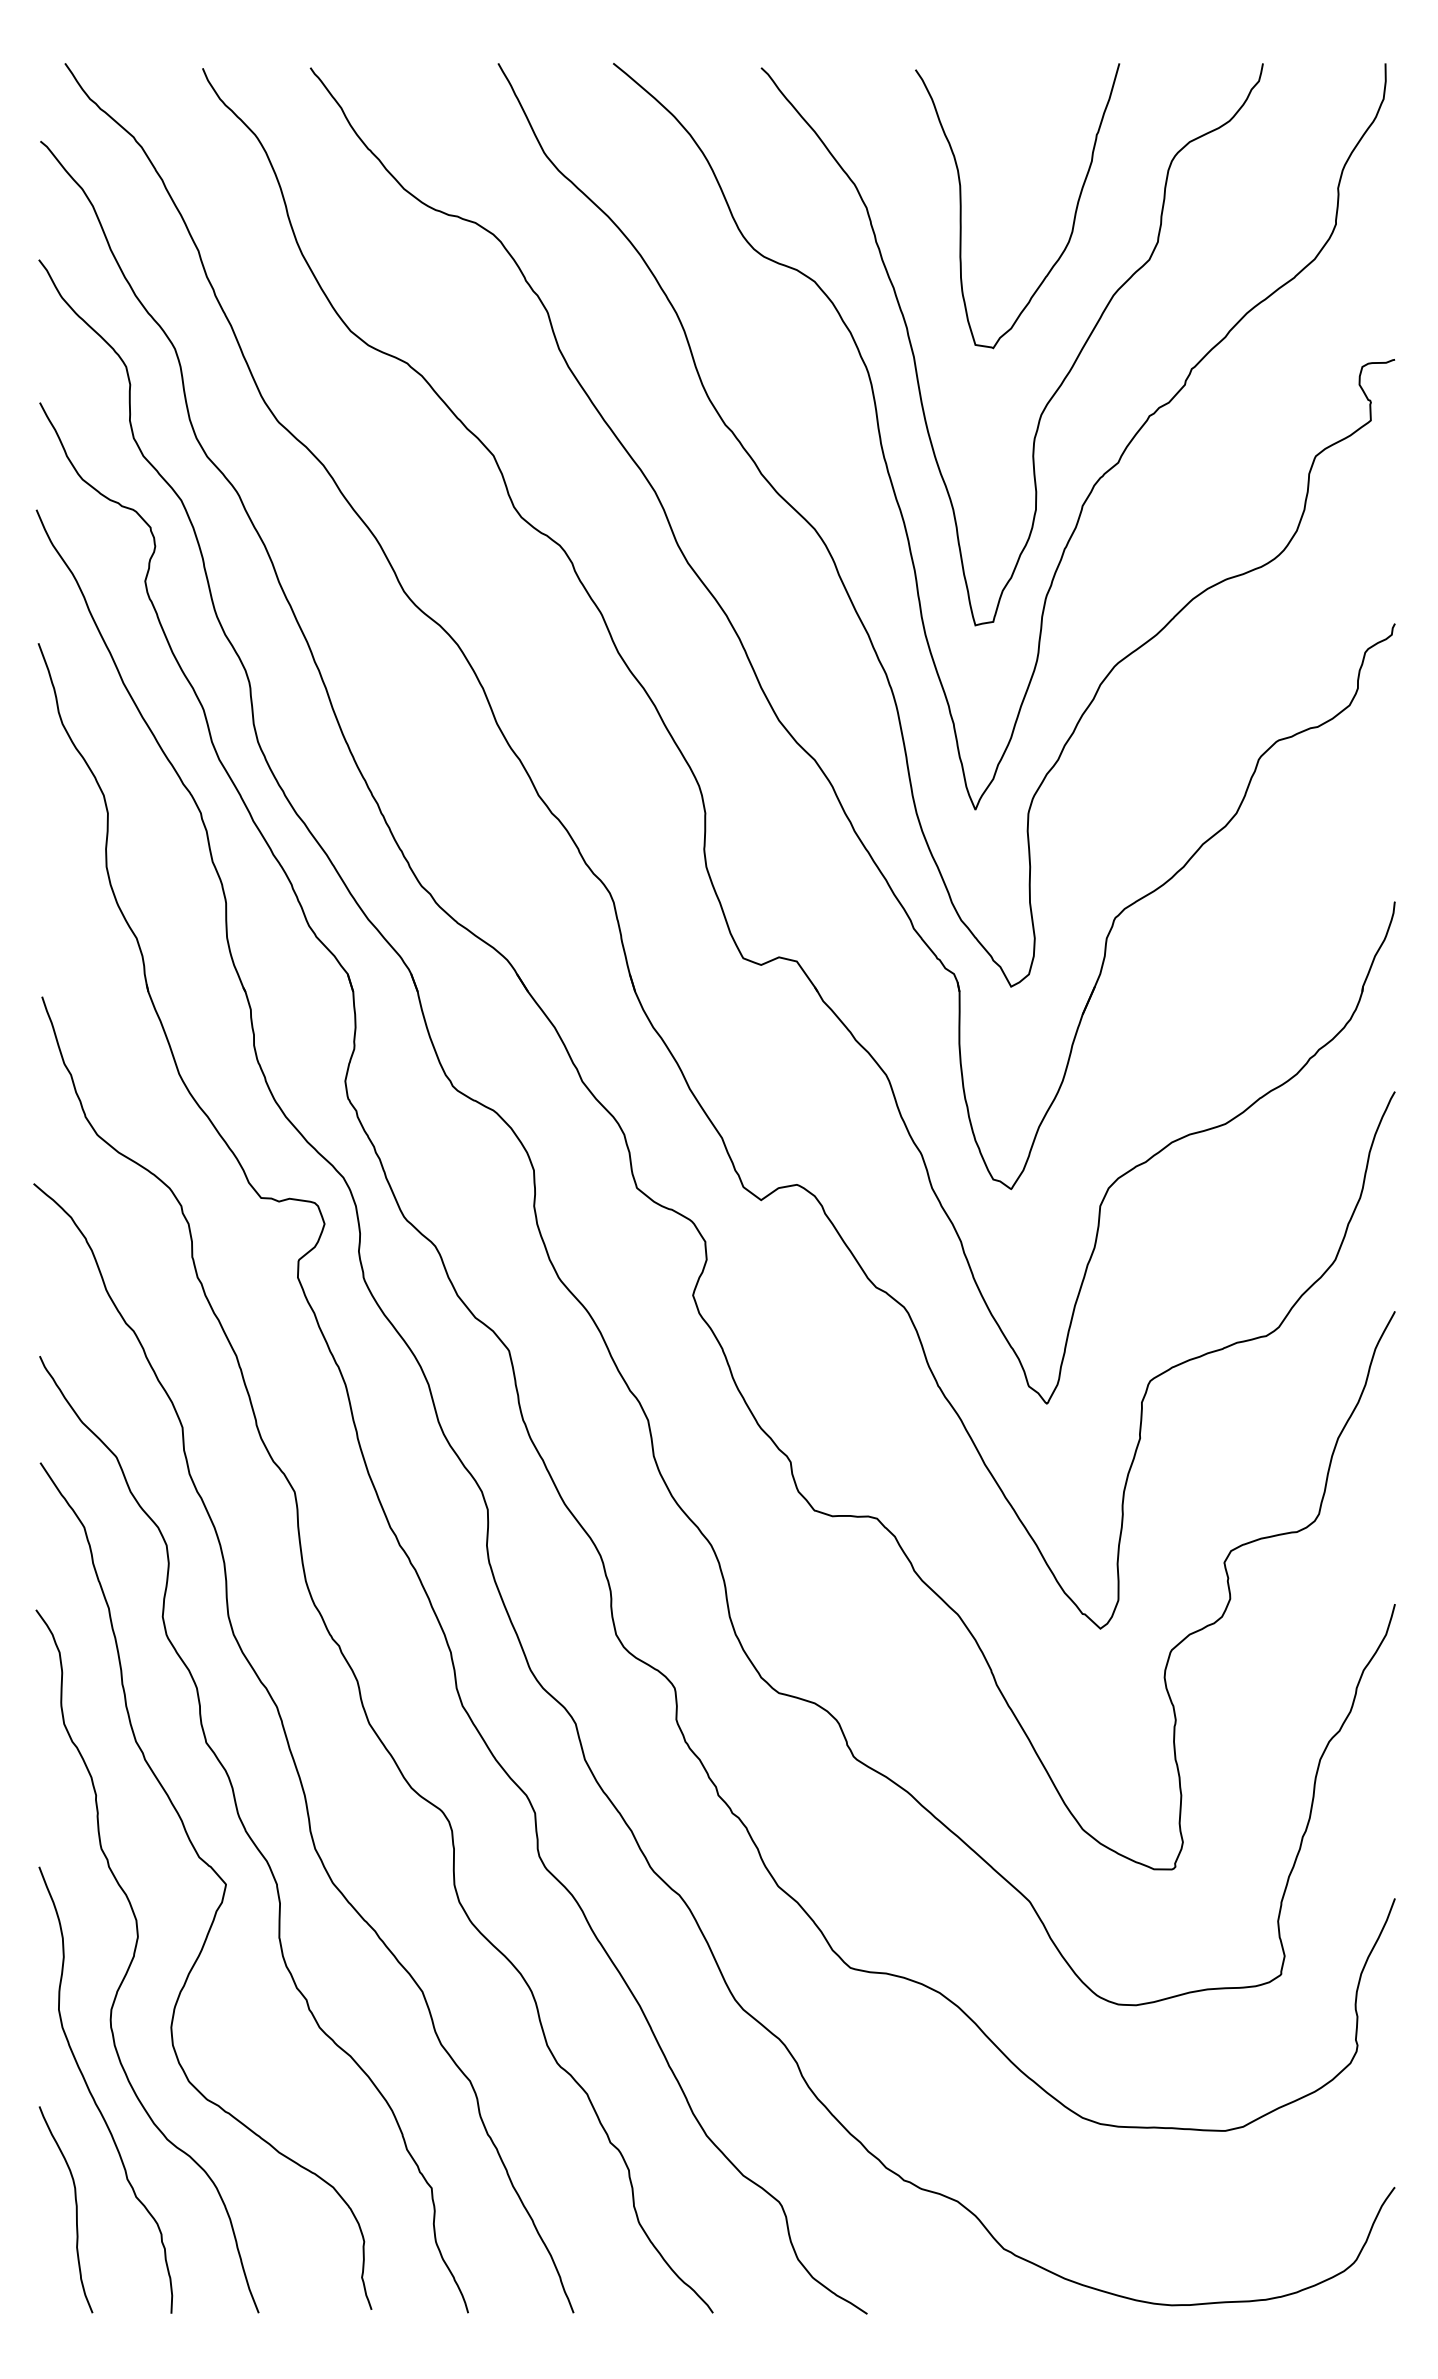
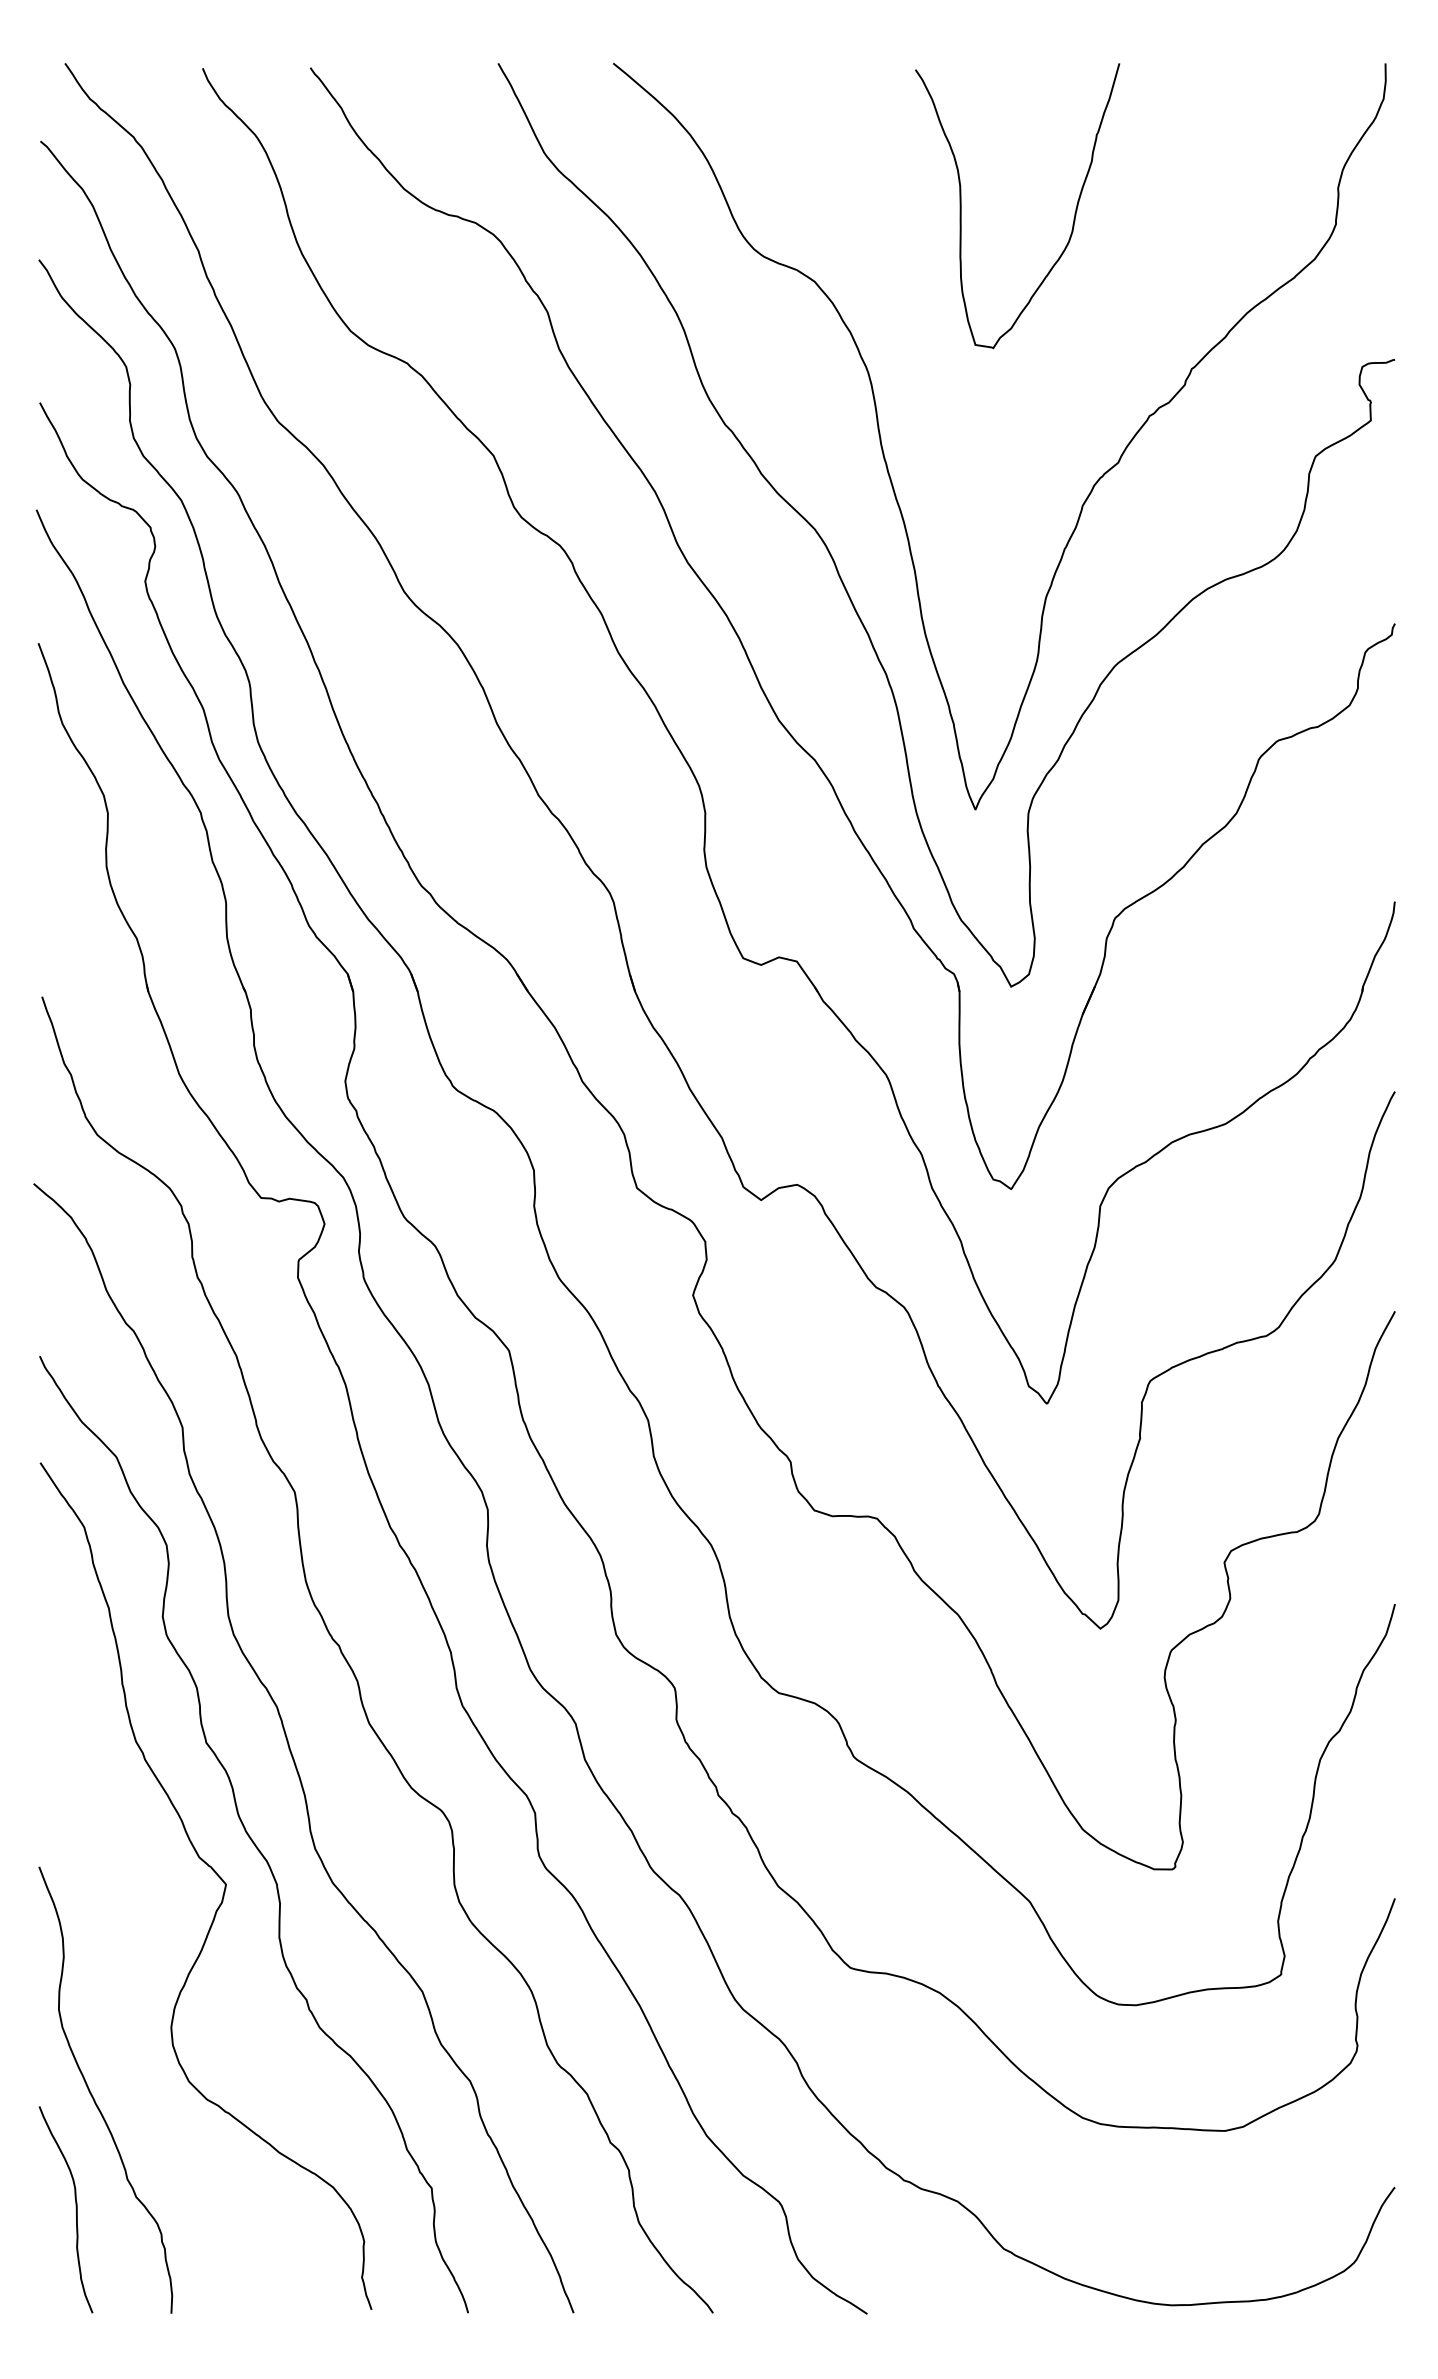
curve at (1063, 378): present -> none
curve at (134, 1957): present -> none
